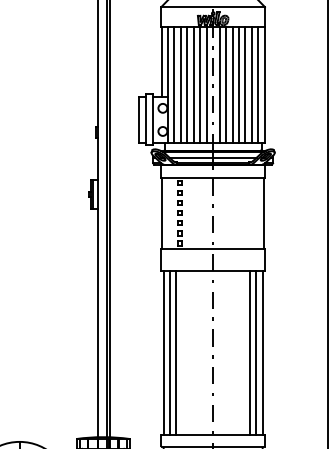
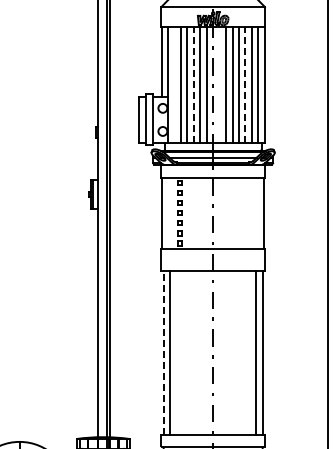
line at (174, 85): present -> none
line at (193, 85): solid -> dashed
line at (219, 85): present -> none
line at (245, 85): solid -> dashed
line at (163, 352): solid -> dashed
line at (176, 352): present -> none
line at (250, 352): present -> none
